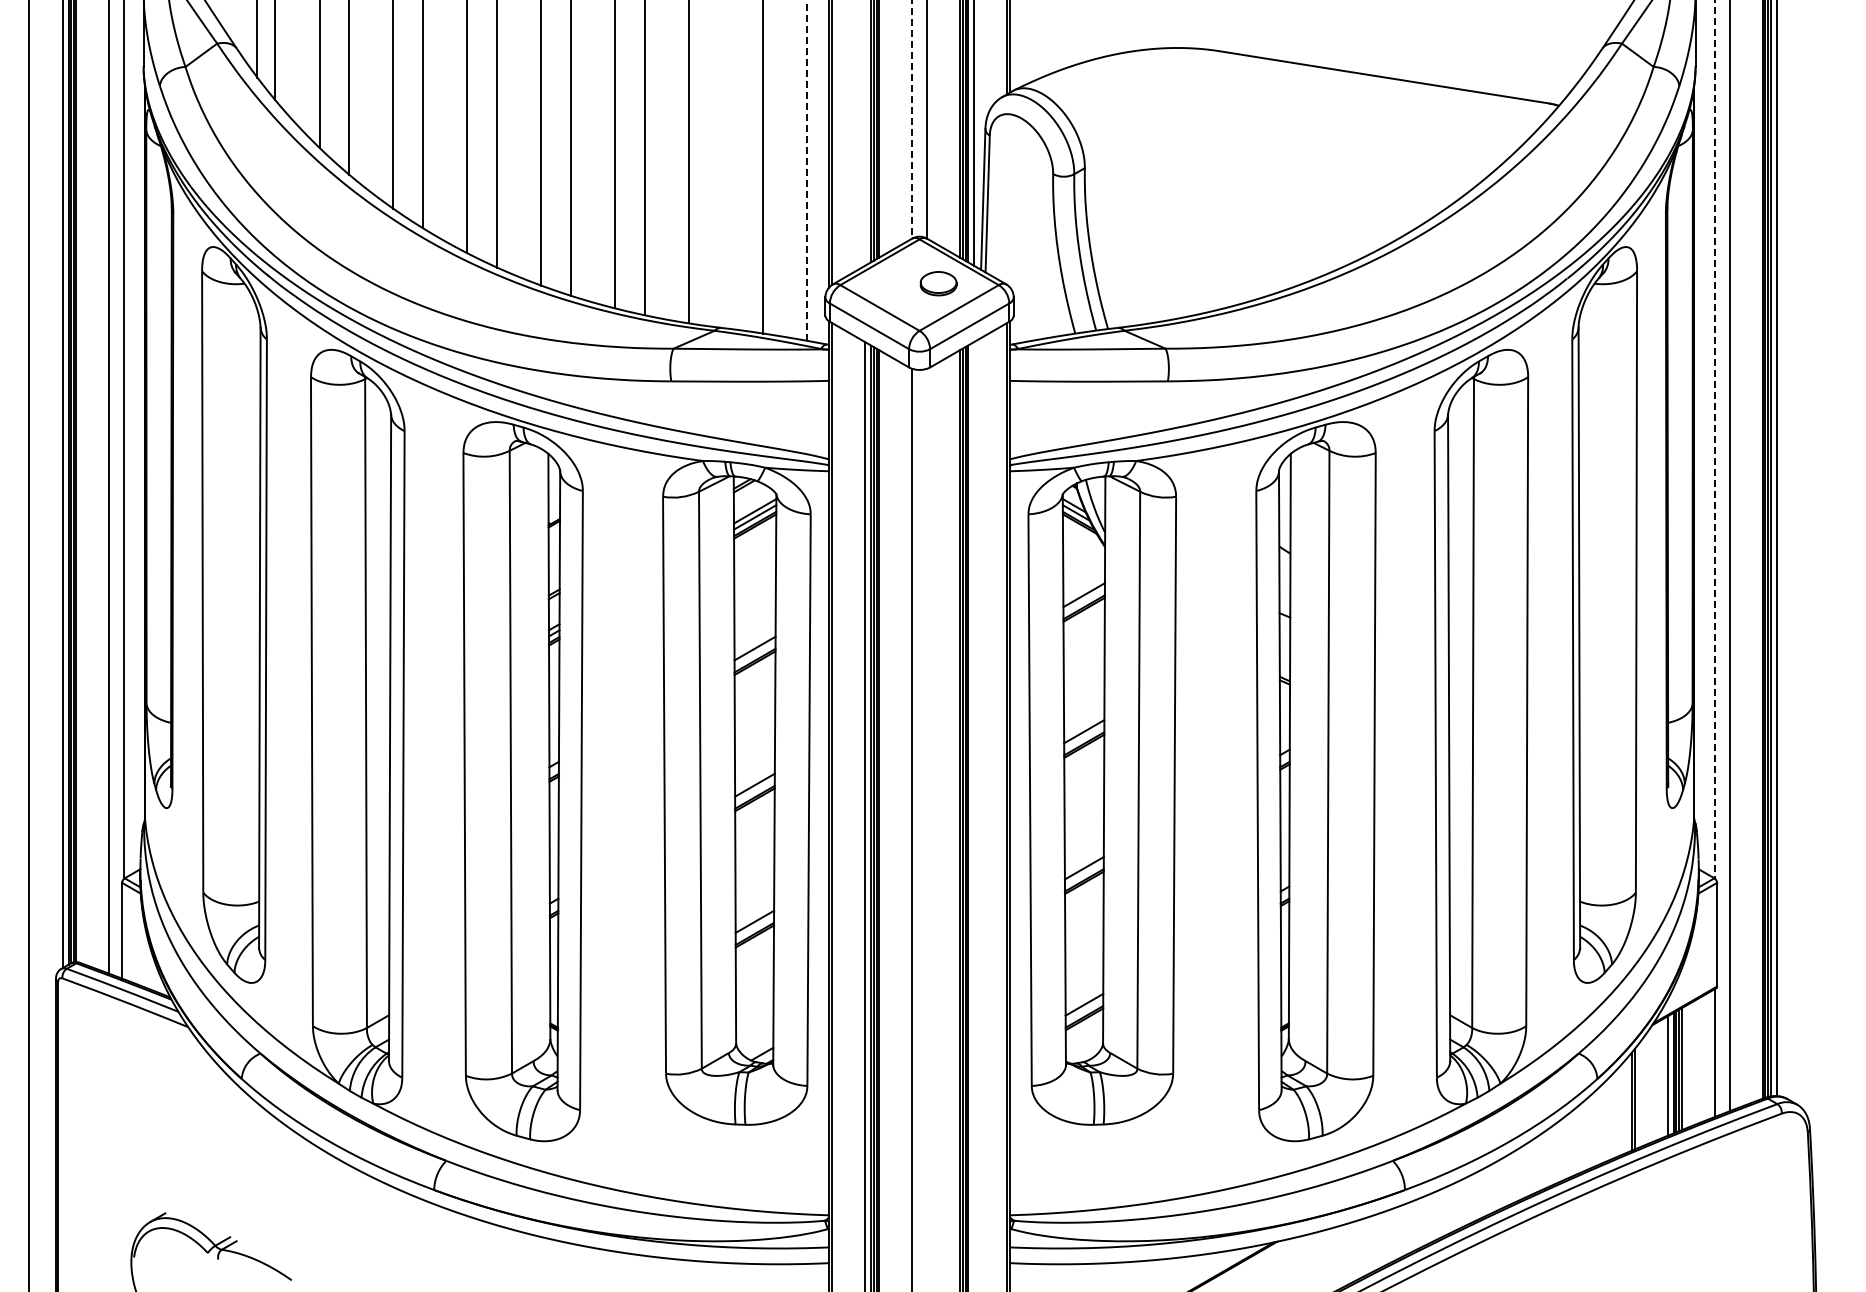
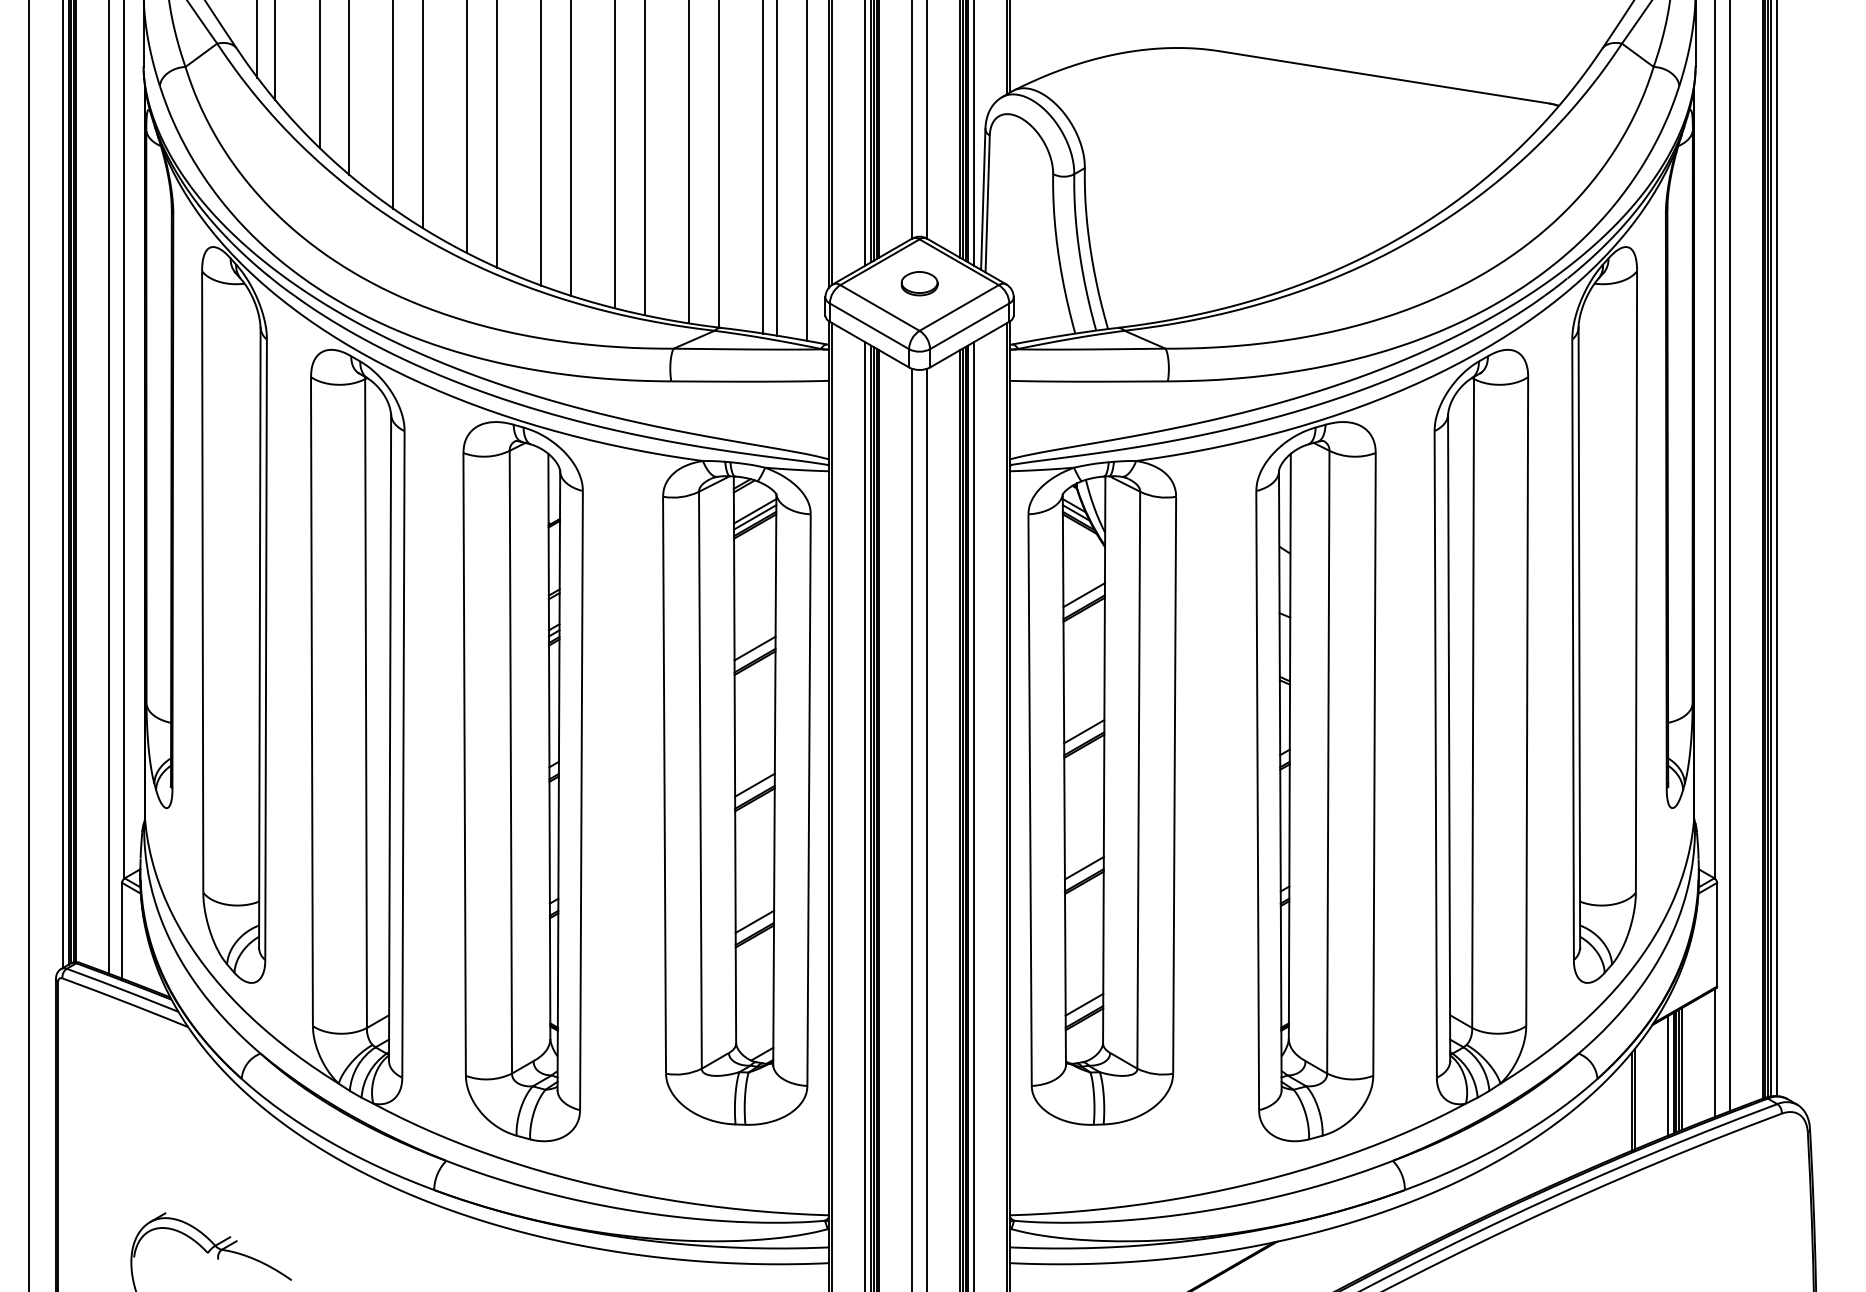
line at (912, 119): dashed -> solid
line at (865, 133): none -> present
line at (719, 164): none -> present
line at (776, 168): none -> present
line at (806, 170): dashed -> solid
part at (938, 283) position: (938, 283) -> (919, 283)
line at (1714, 439): dashed -> solid
line at (973, 815): none -> present
line at (926, 828): none -> present
